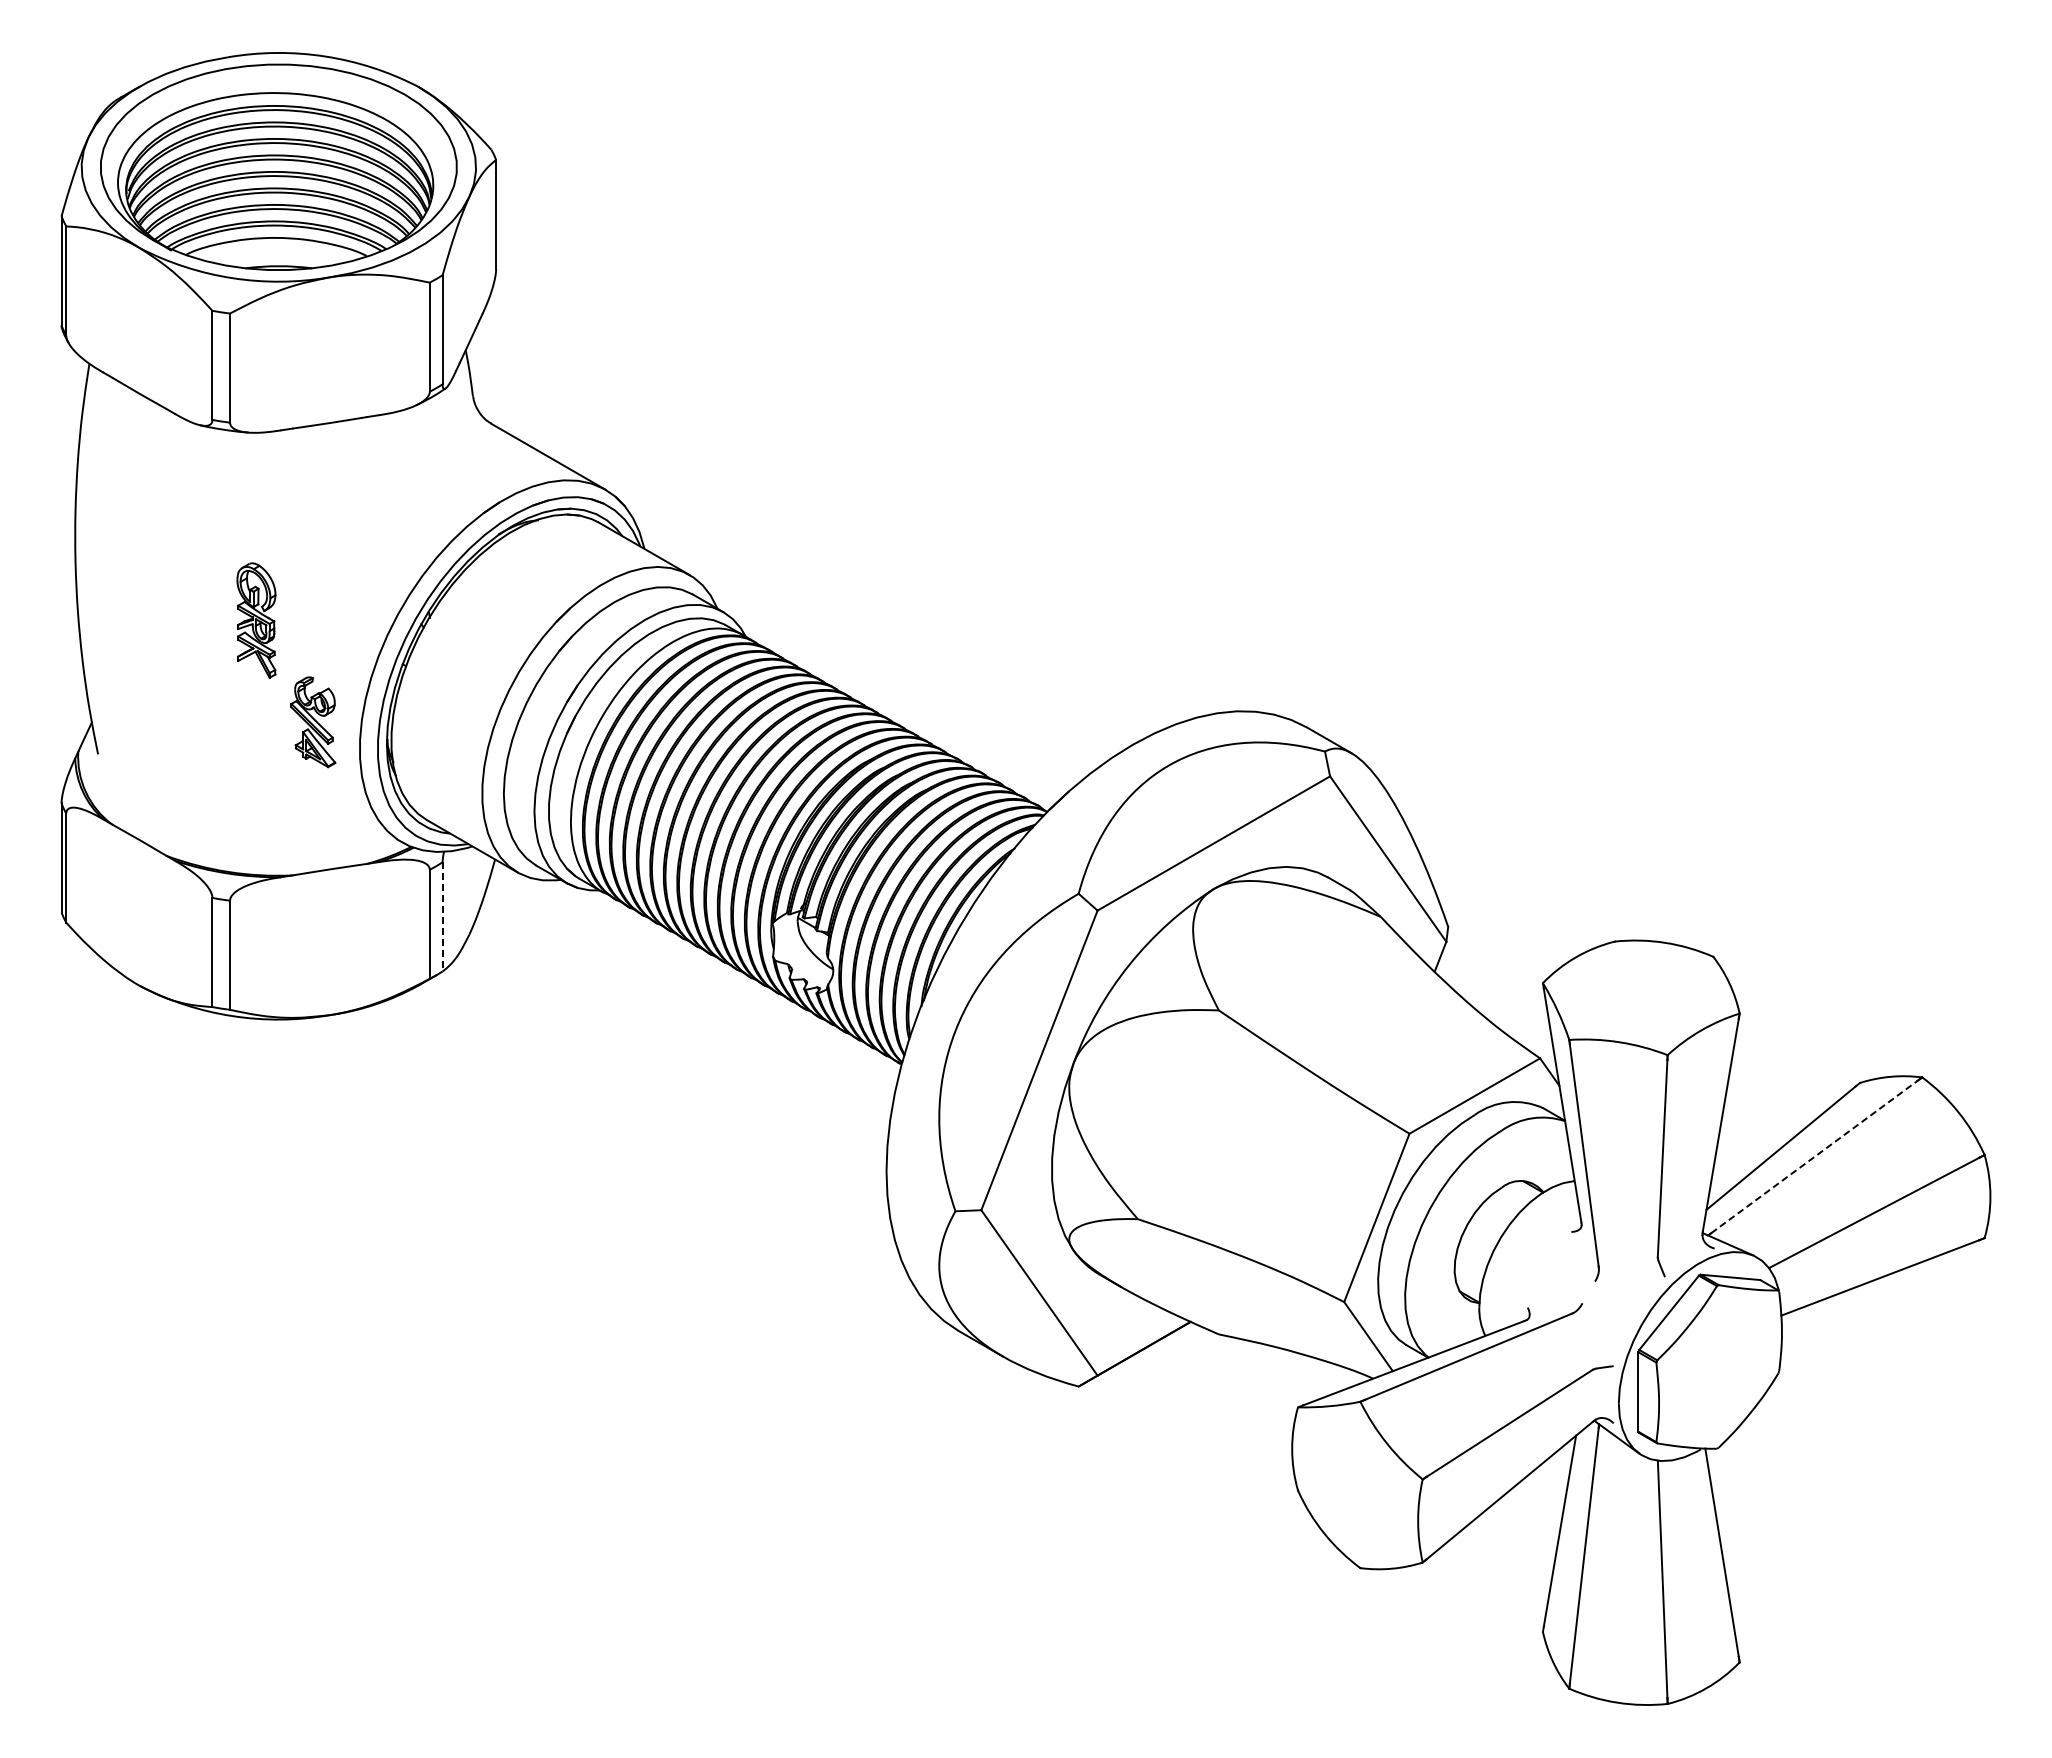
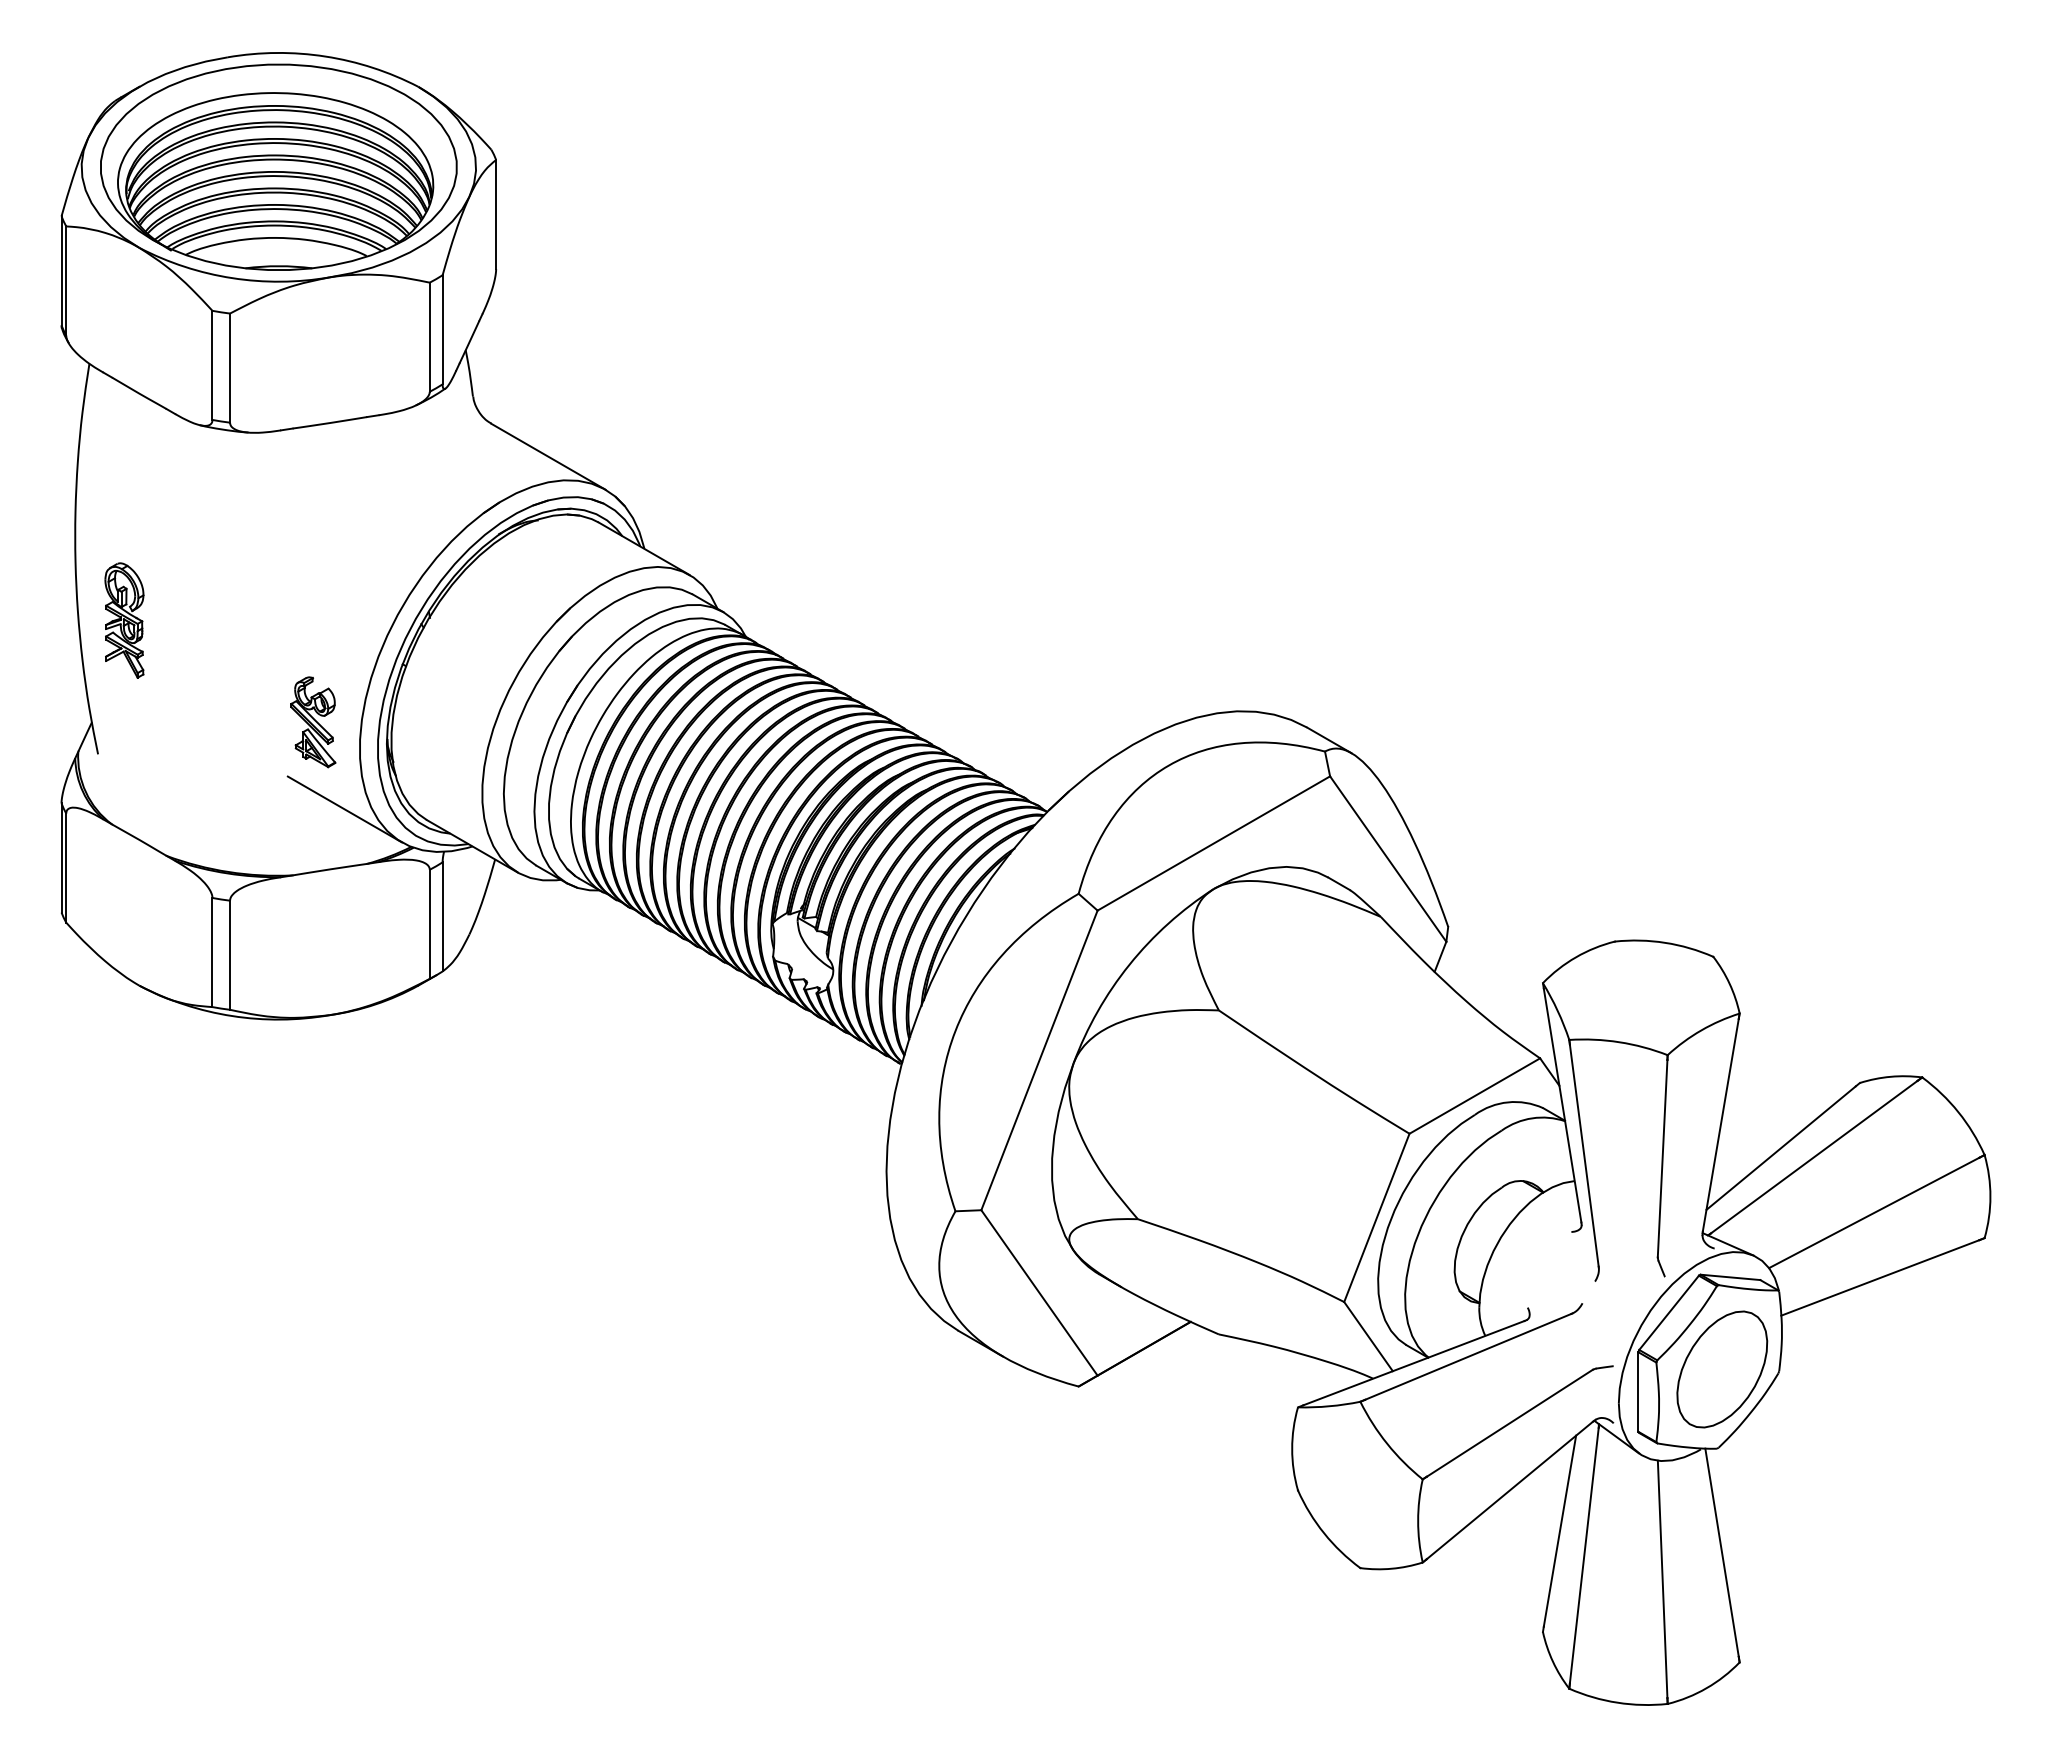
part at (256, 620) position: (256, 620) -> (124, 620)
line at (344, 809): none -> present
line at (442, 916): dashed -> solid
line at (1814, 1156): dashed -> solid
part at (1722, 1369): none -> present
